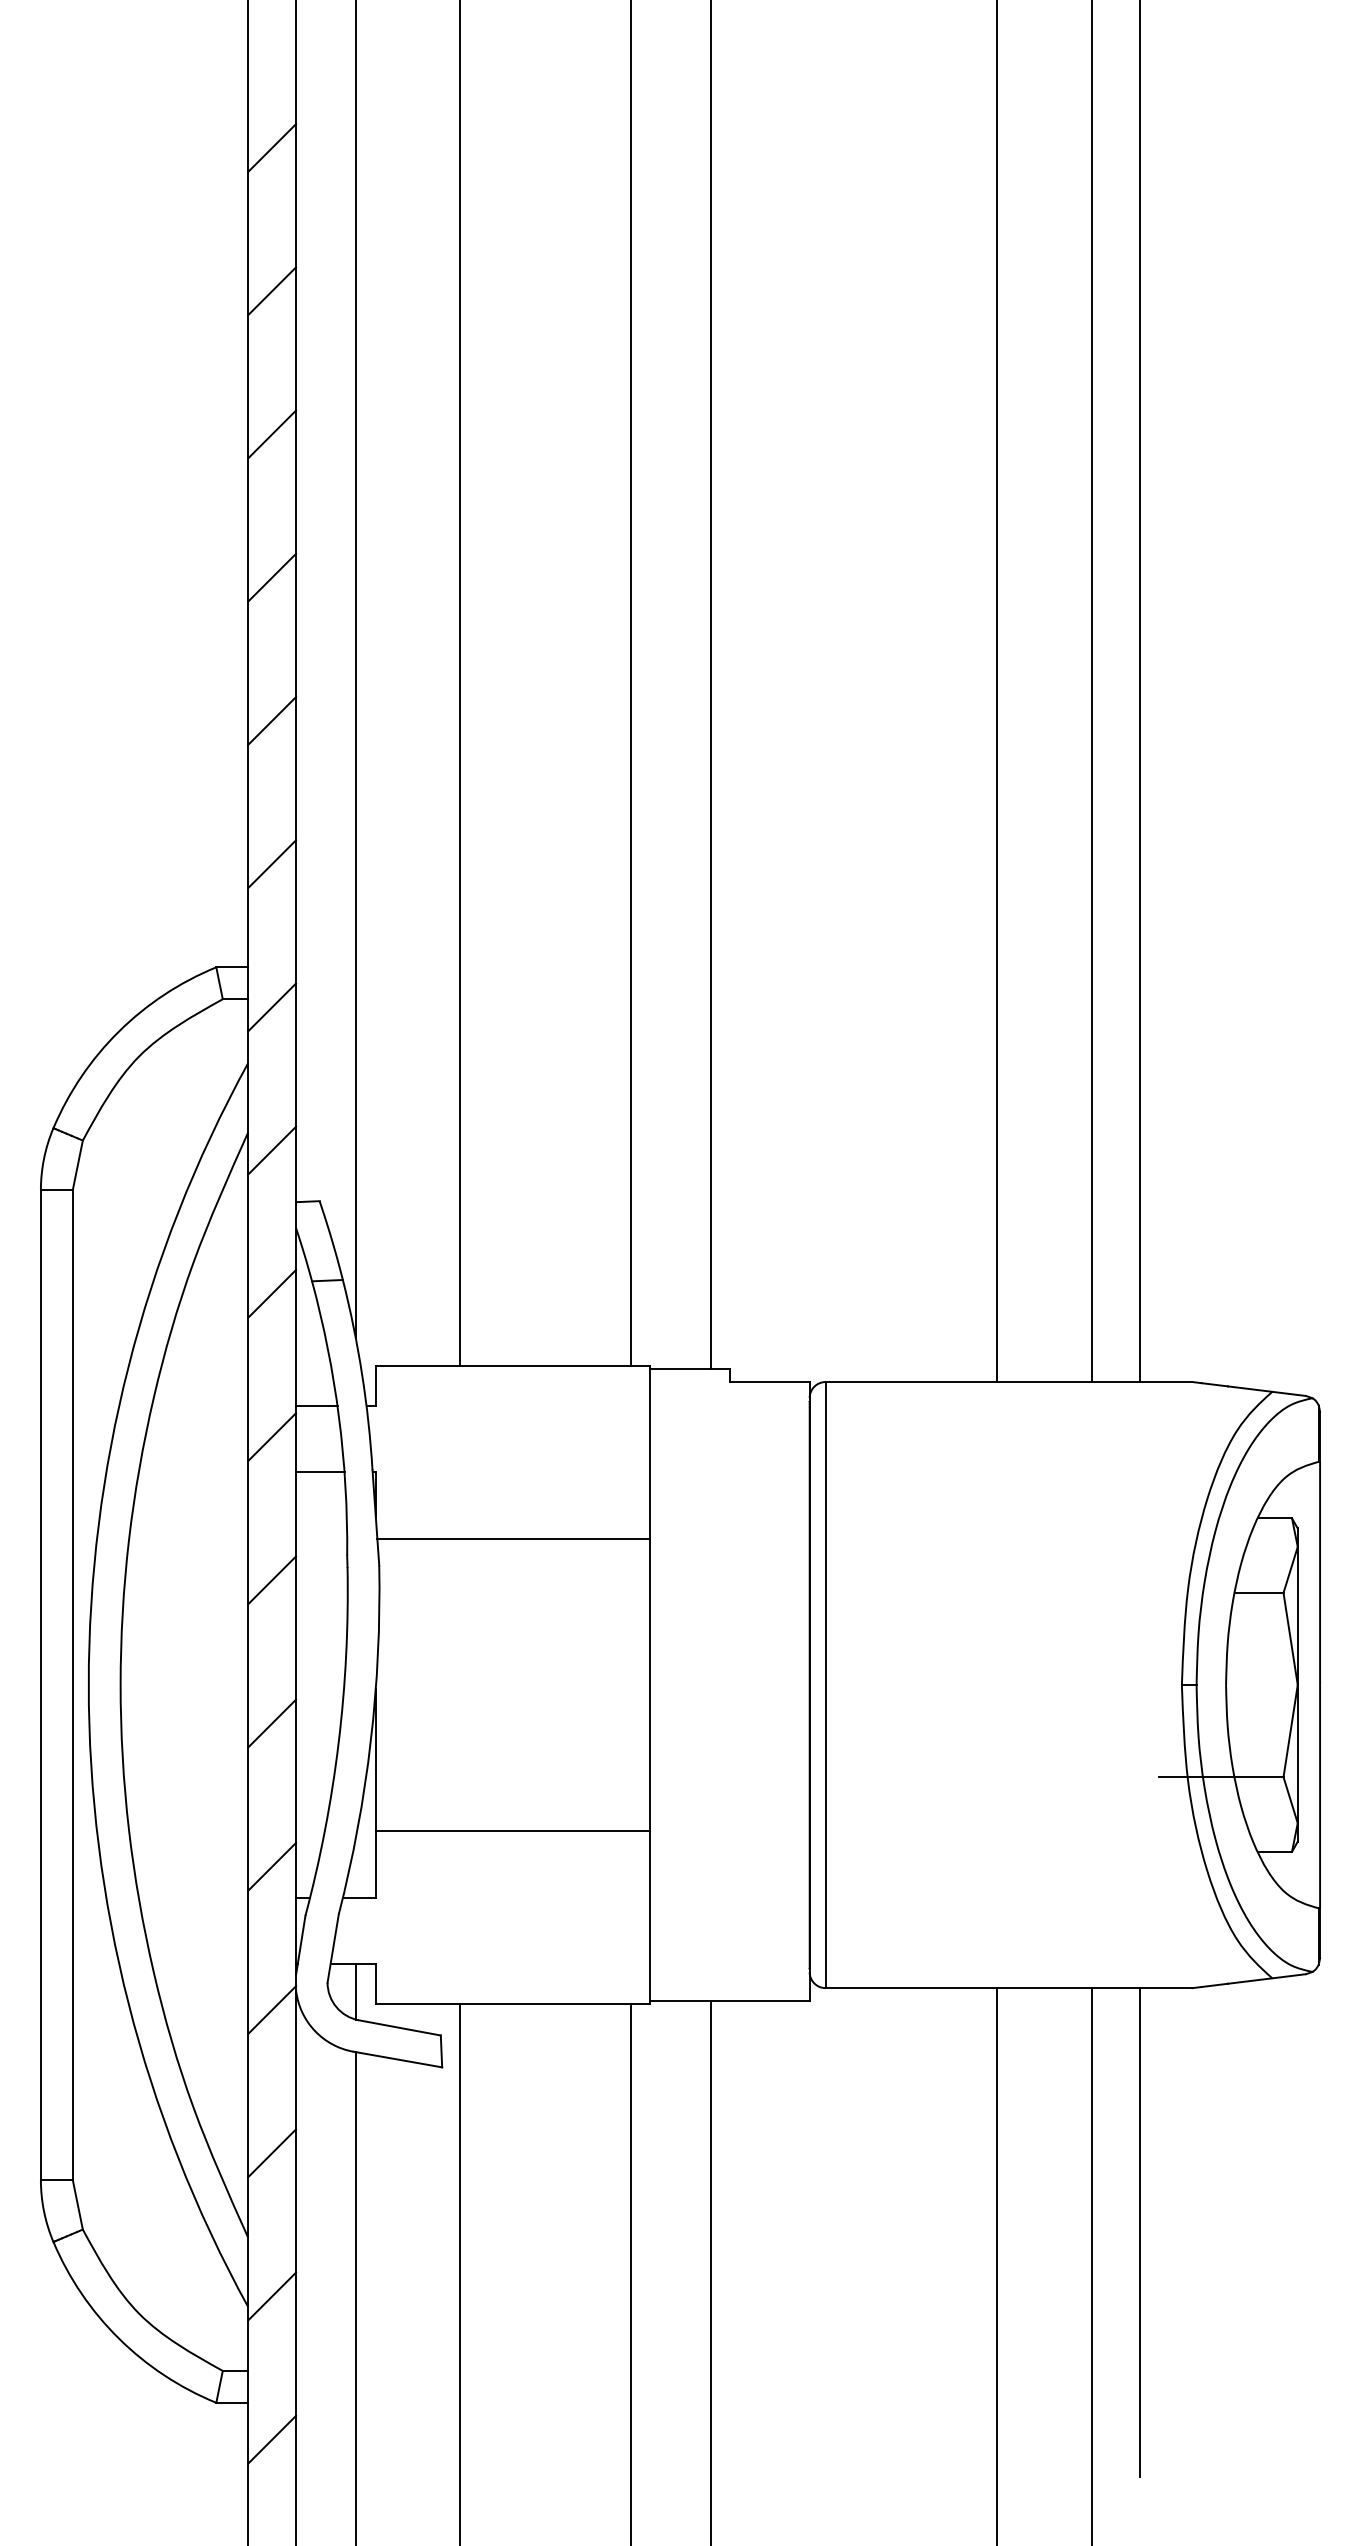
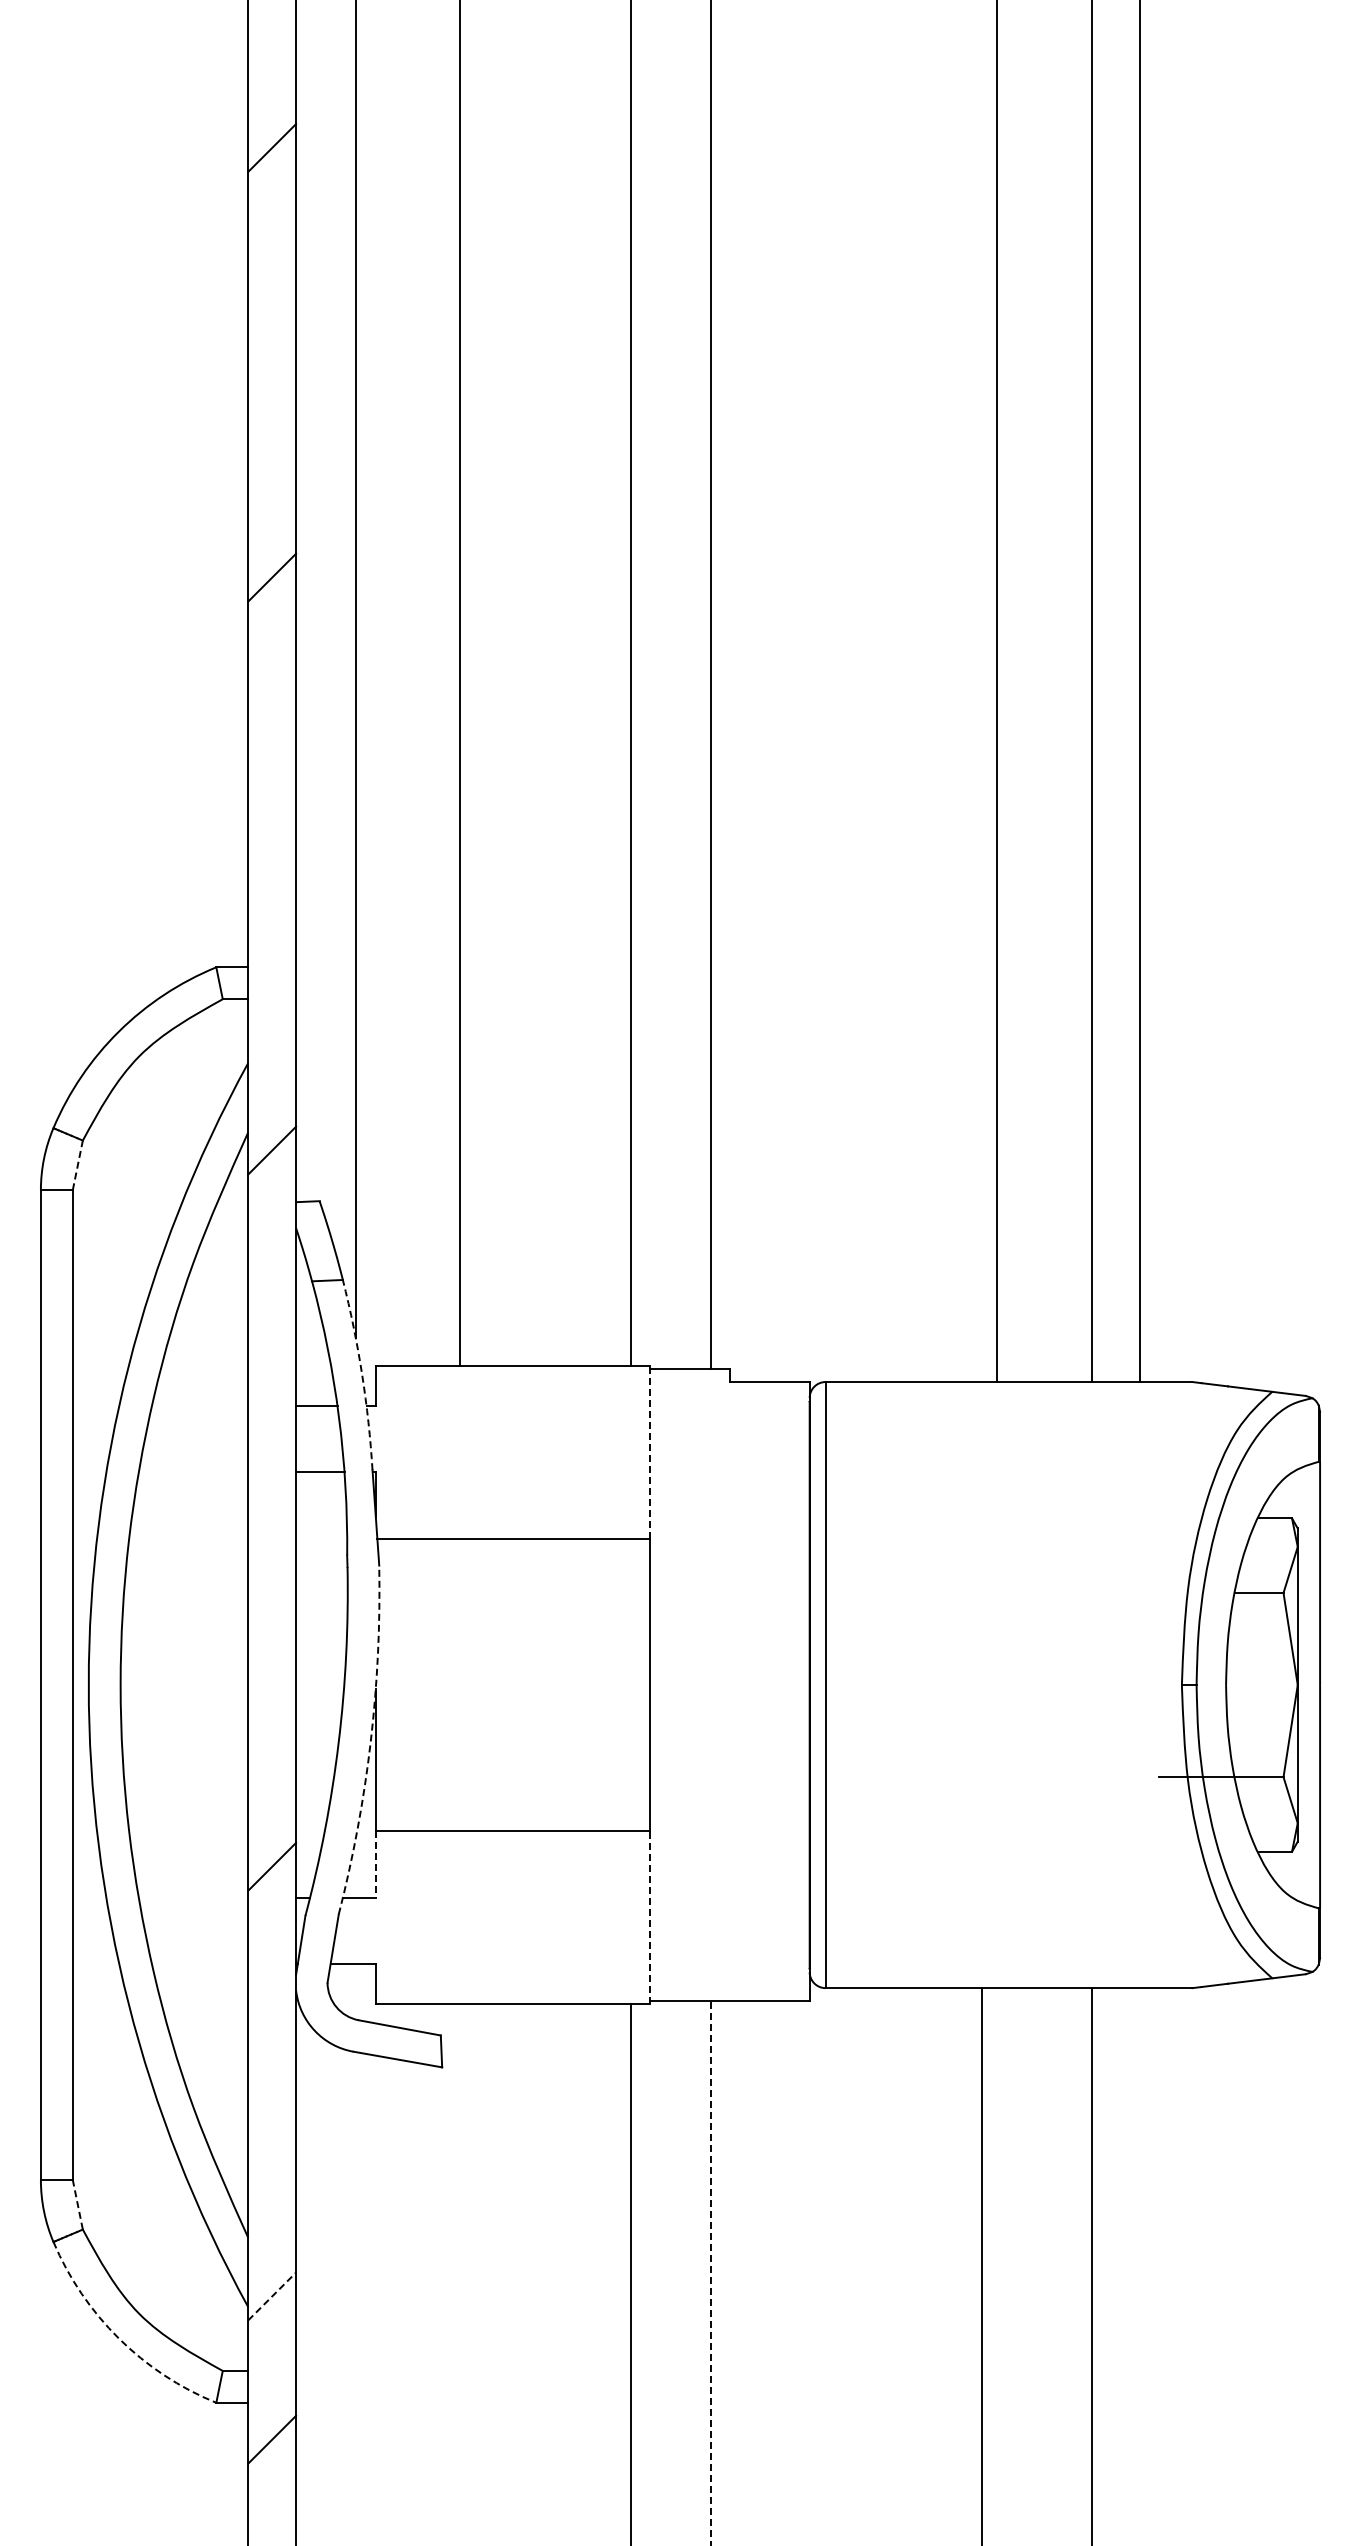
line at (272, 291): present -> none
line at (272, 434): present -> none
line at (272, 720): present -> none
line at (272, 864): present -> none
line at (272, 1007): present -> none
line at (77, 1164): solid -> dashed
line at (272, 1293): present -> none
arc at (362, 1374): solid -> dashed
line at (272, 1437): present -> none
line at (650, 1452): solid -> dashed
line at (272, 1580): present -> none
line at (272, 1723): present -> none
arc at (370, 1741): solid -> dashed
line at (375, 1865): solid -> dashed
line at (650, 1917): solid -> dashed
line at (355, 1991): present -> none
line at (272, 2009): present -> none
line at (272, 2153): present -> none
line at (77, 2204): solid -> dashed
line at (1140, 2232): present -> none
line at (996, 2265) position: (996, 2265) -> (981, 2265)
line at (710, 2272): solid -> dashed
line at (459, 2273): present -> none
line at (272, 2296): solid -> dashed
line at (355, 2297): present -> none
arc at (118, 2338): solid -> dashed
